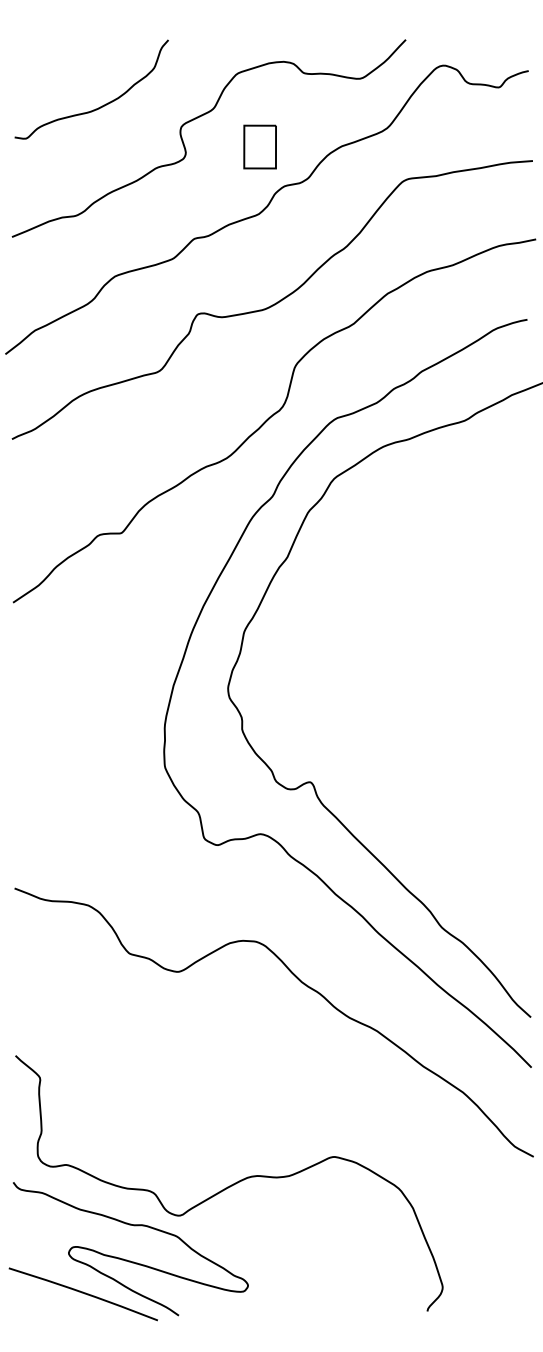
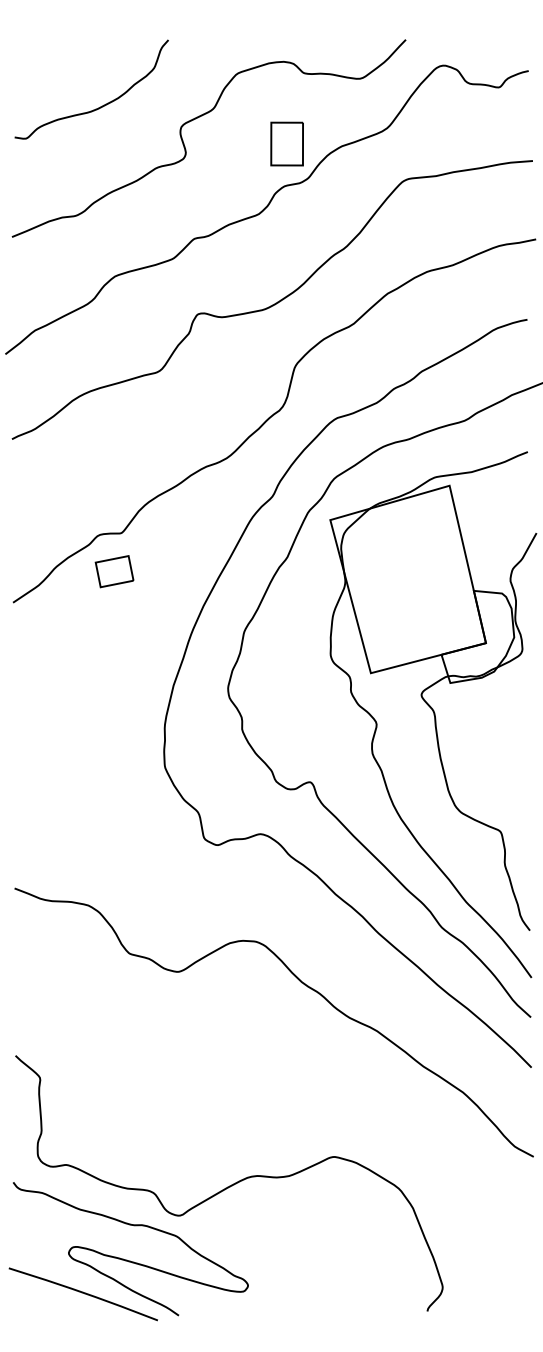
part at (259, 146) position: (259, 146) -> (286, 143)
part at (114, 571): none -> present
part at (433, 714): none -> present
